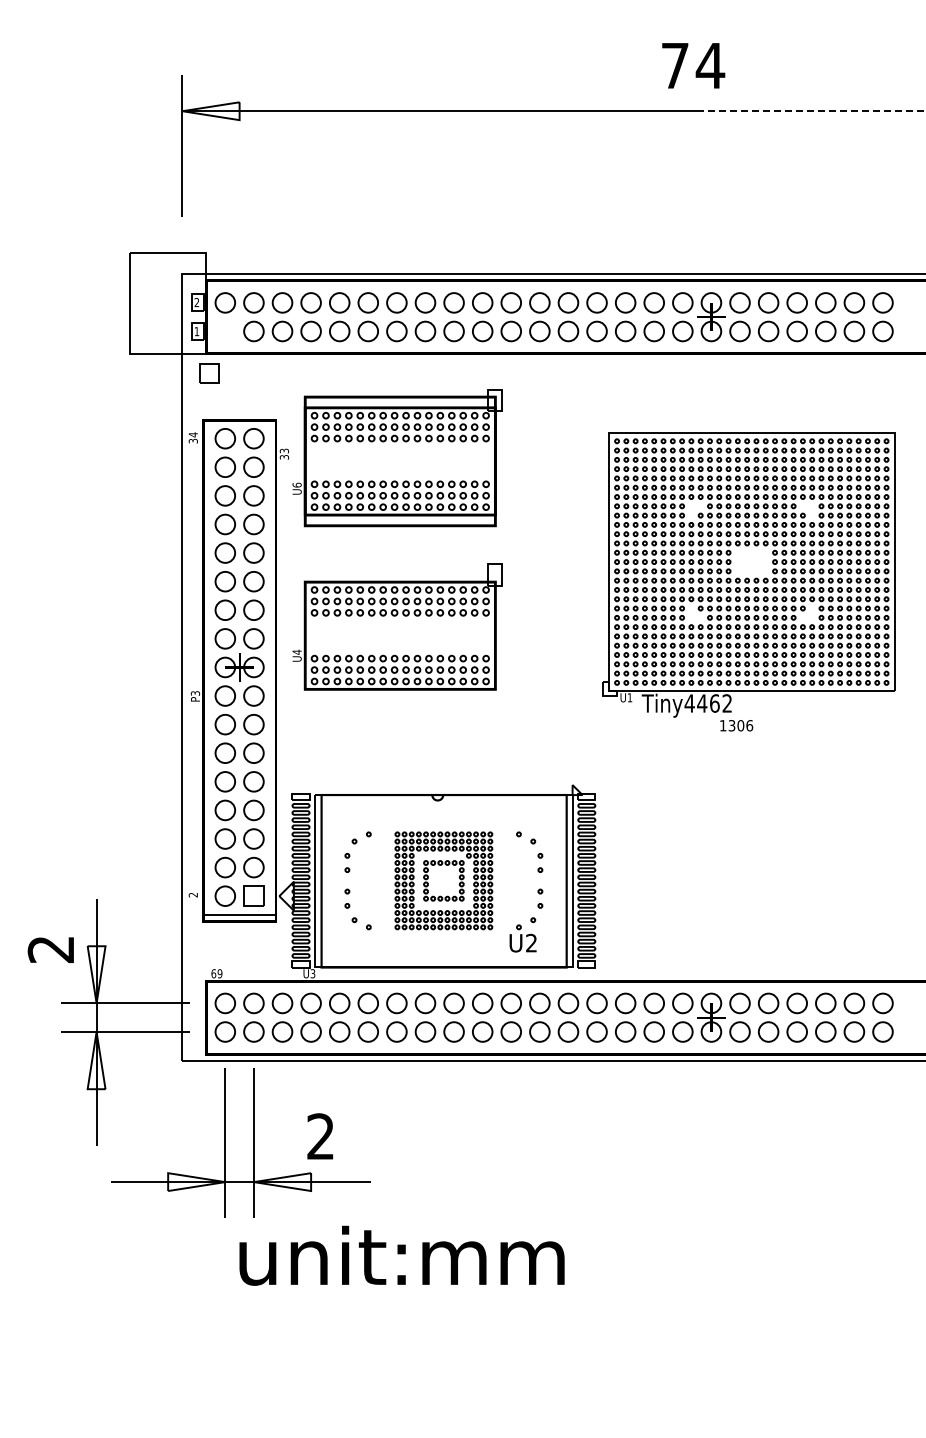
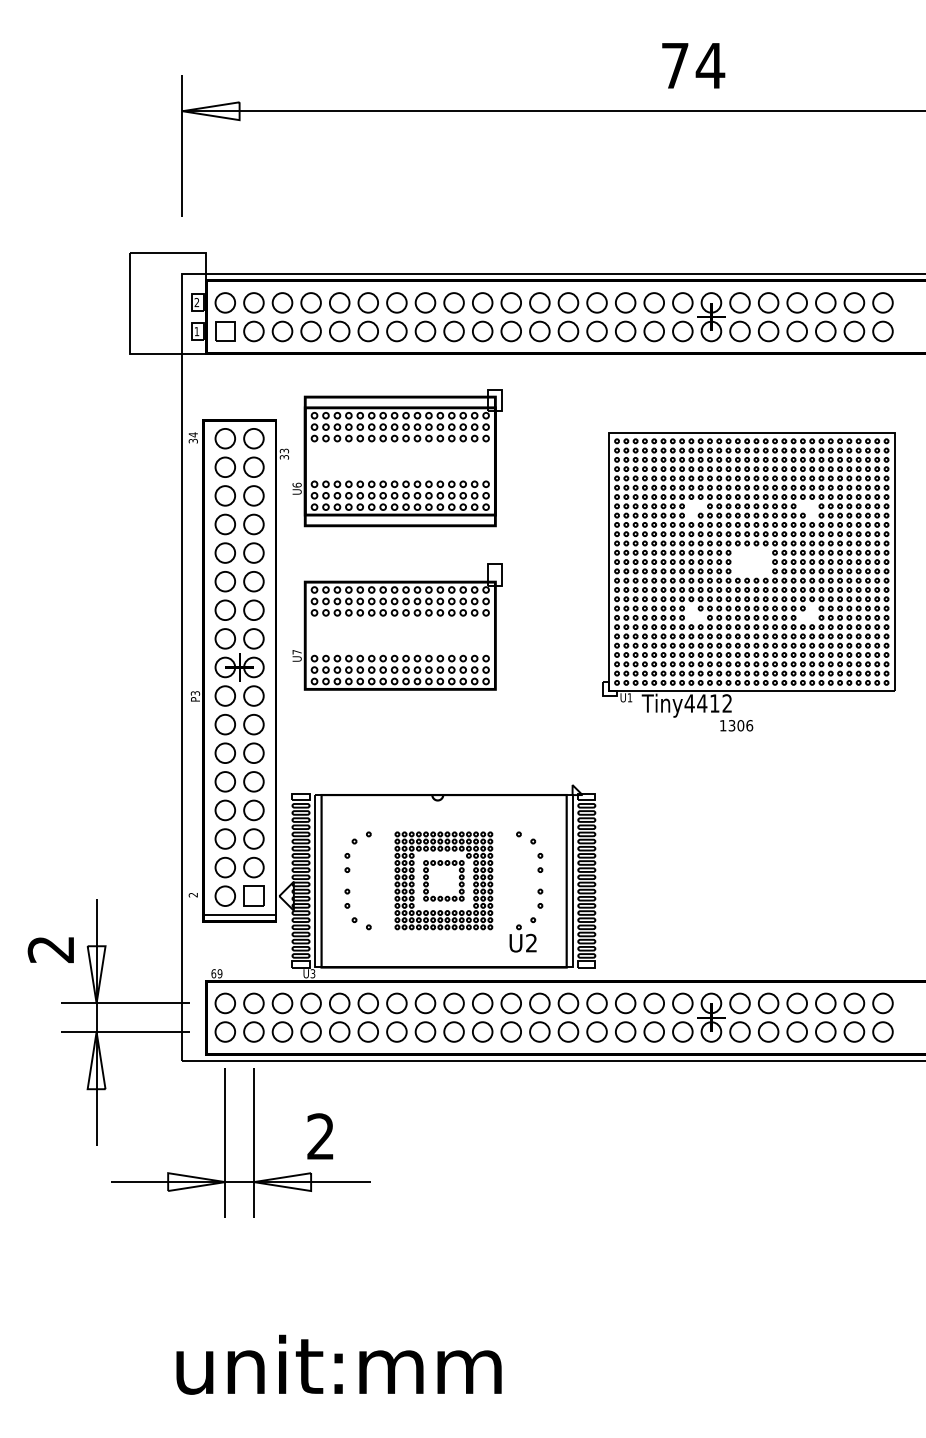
line at (811, 111): dashed -> solid
part at (209, 373) position: (209, 373) -> (225, 331)
text at (296, 651): U4 -> U7
text at (714, 703): Tiny4462 -> Tiny4412
text at (401, 1255) position: (401, 1255) -> (338, 1364)
